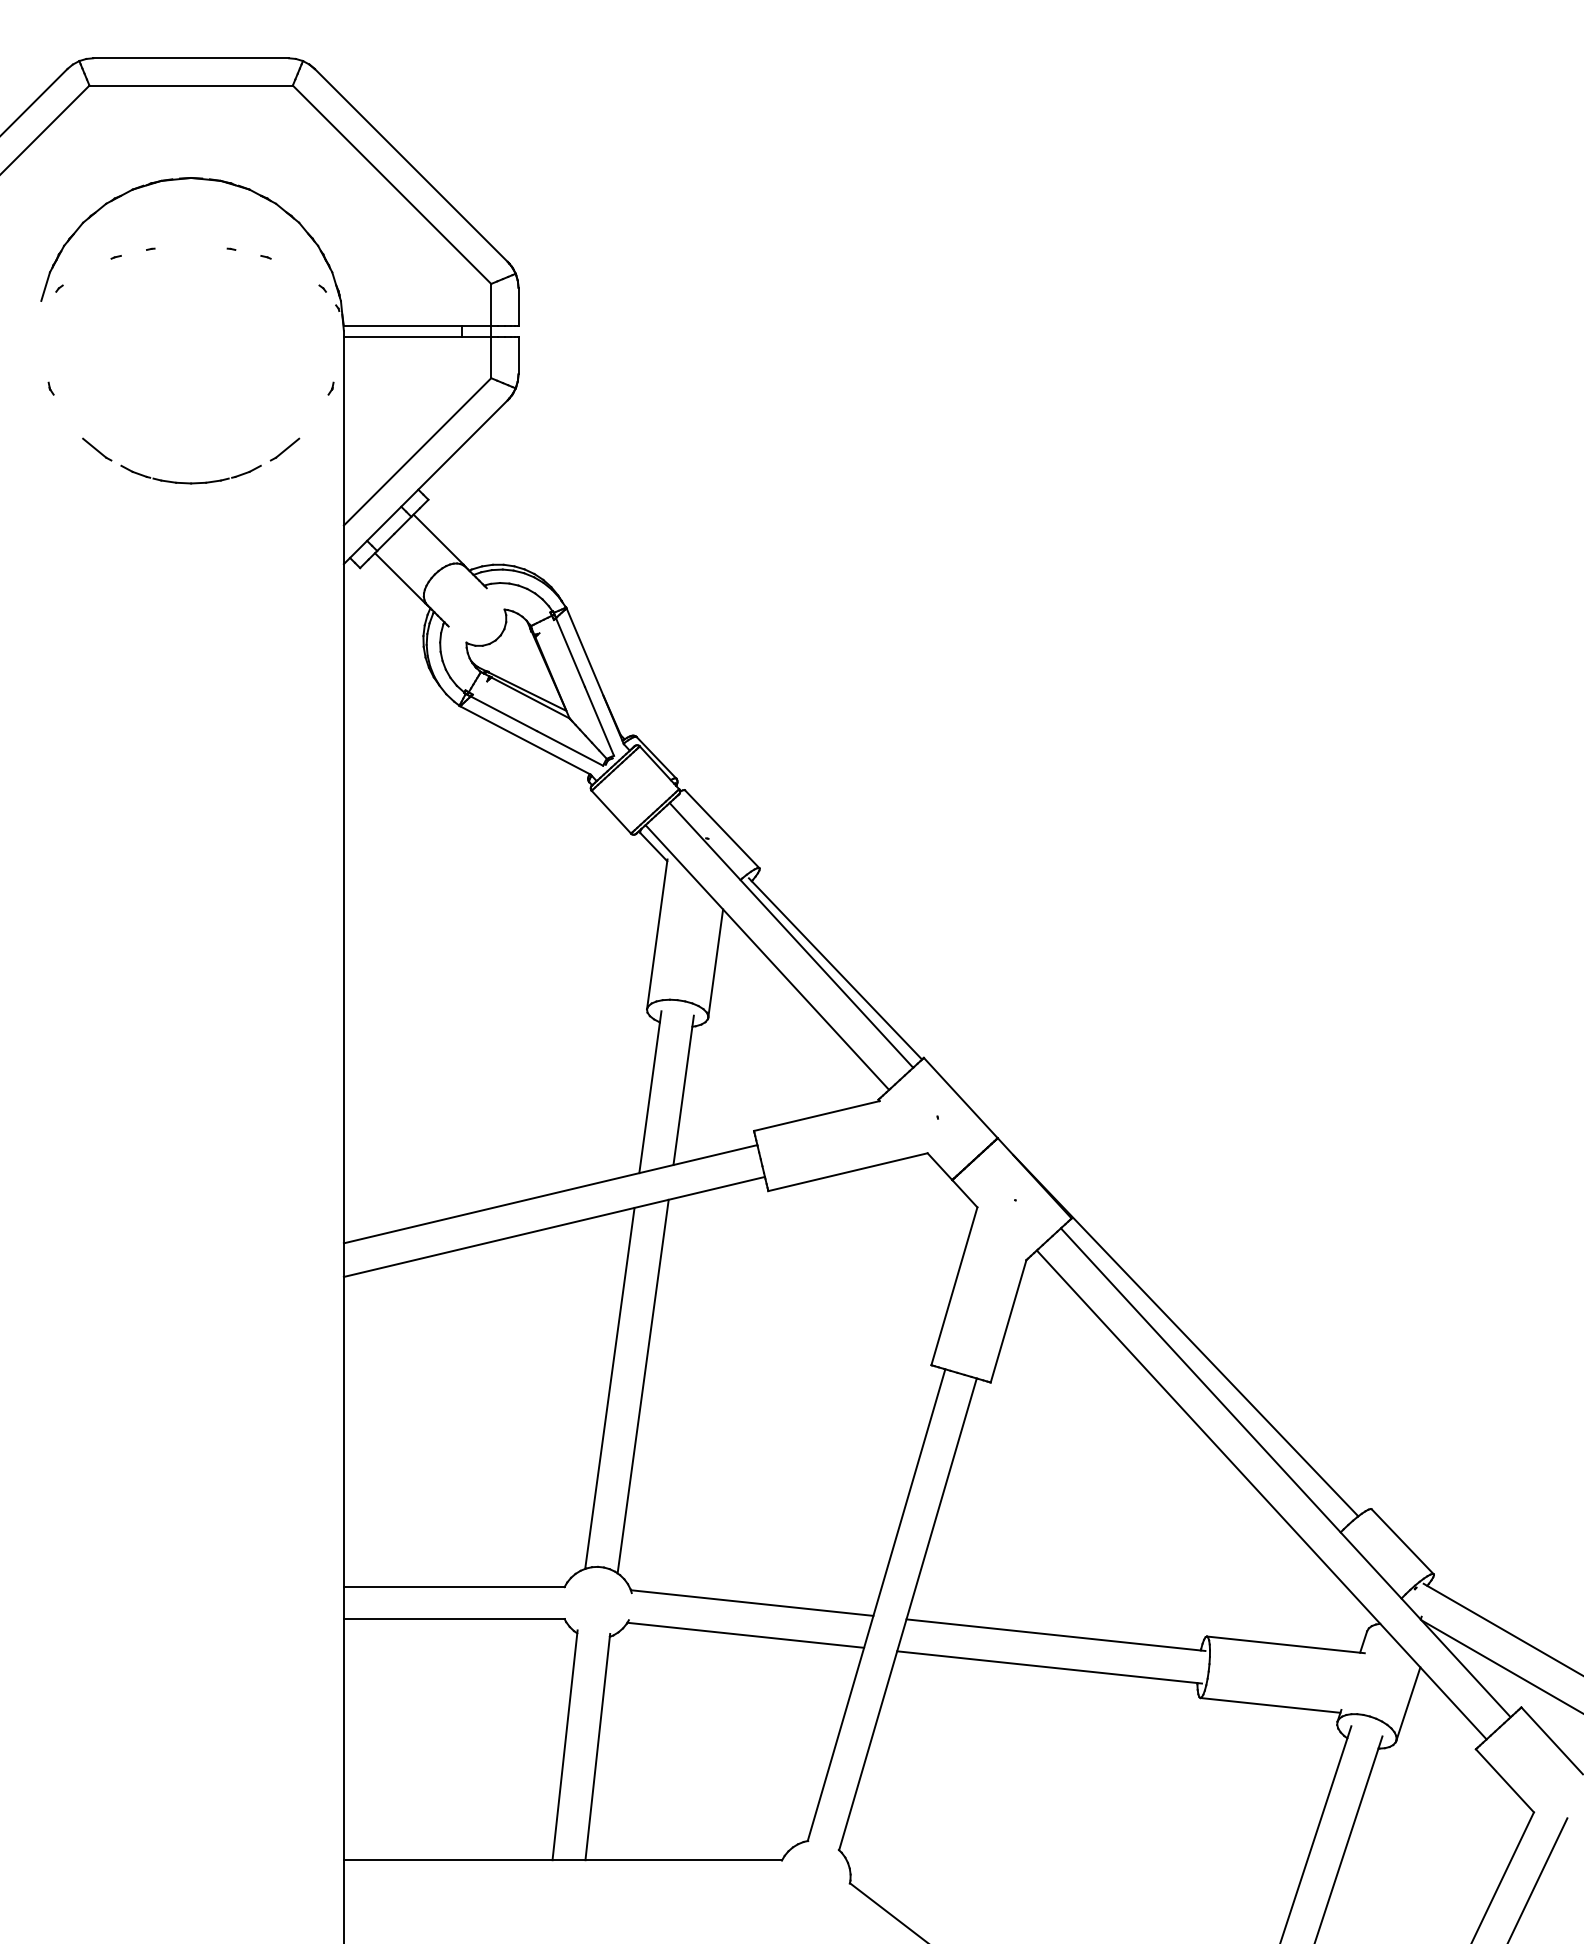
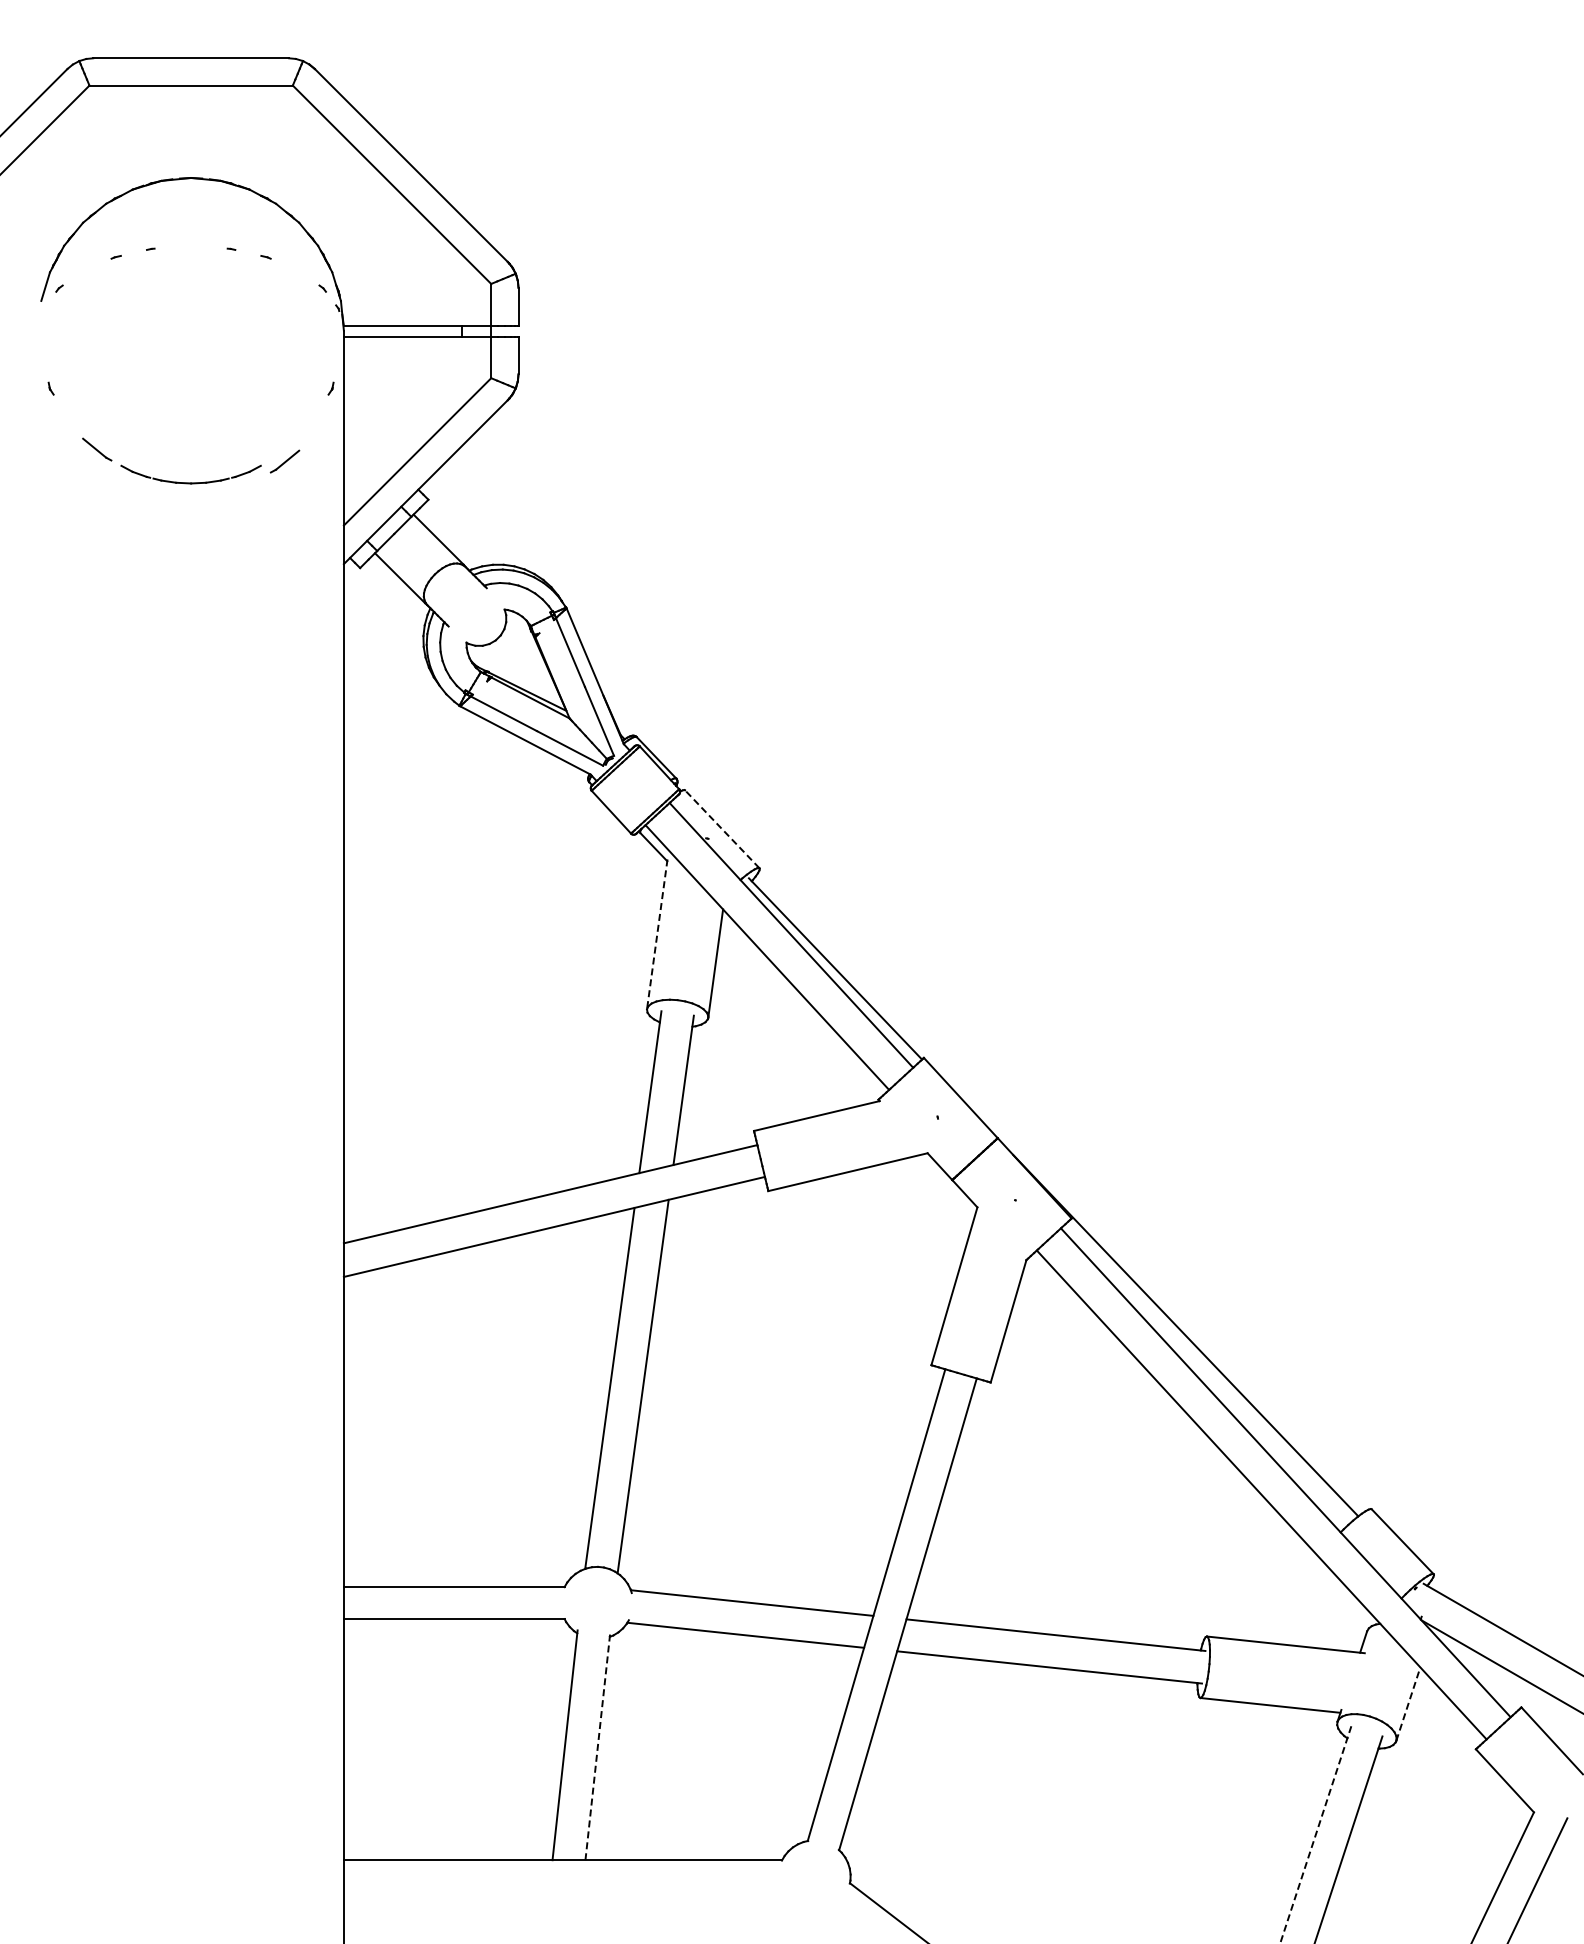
line at (284, 449) position: (284, 449) -> (284, 461)
line at (722, 829): solid -> dashed
line at (657, 934): solid -> dashed
line at (1408, 1704): solid -> dashed
line at (597, 1747): solid -> dashed
line at (1315, 1835): solid -> dashed
